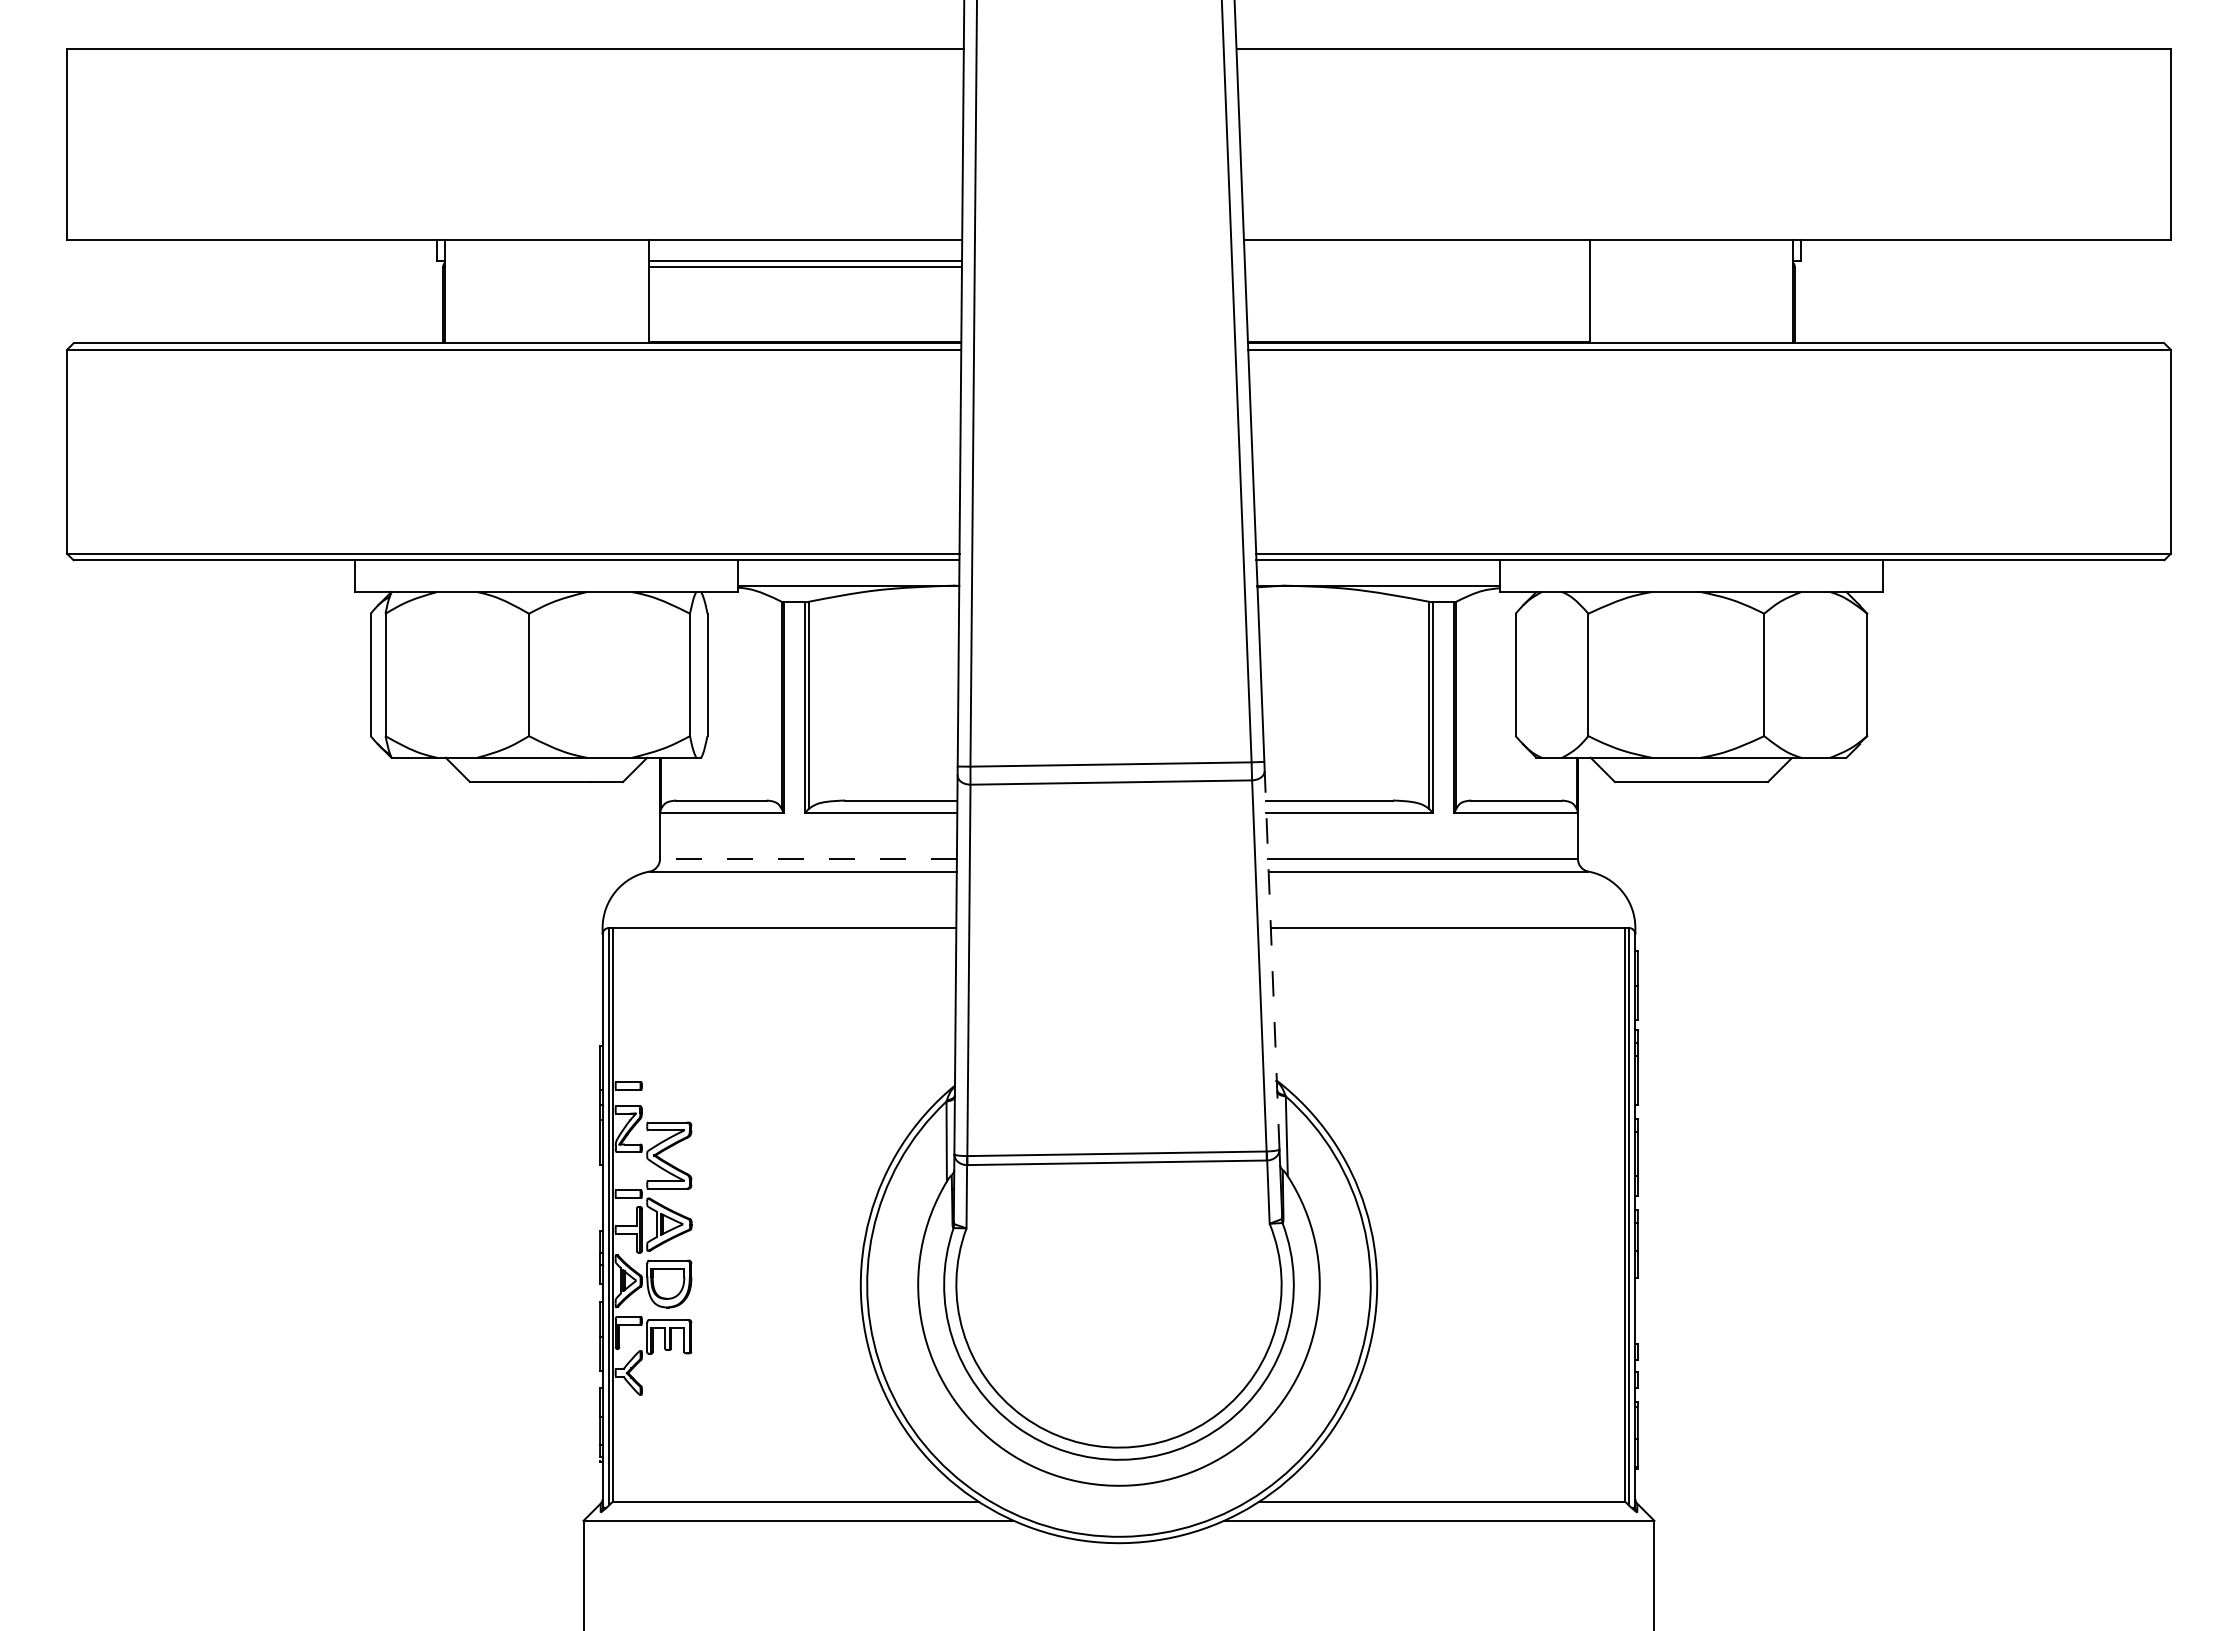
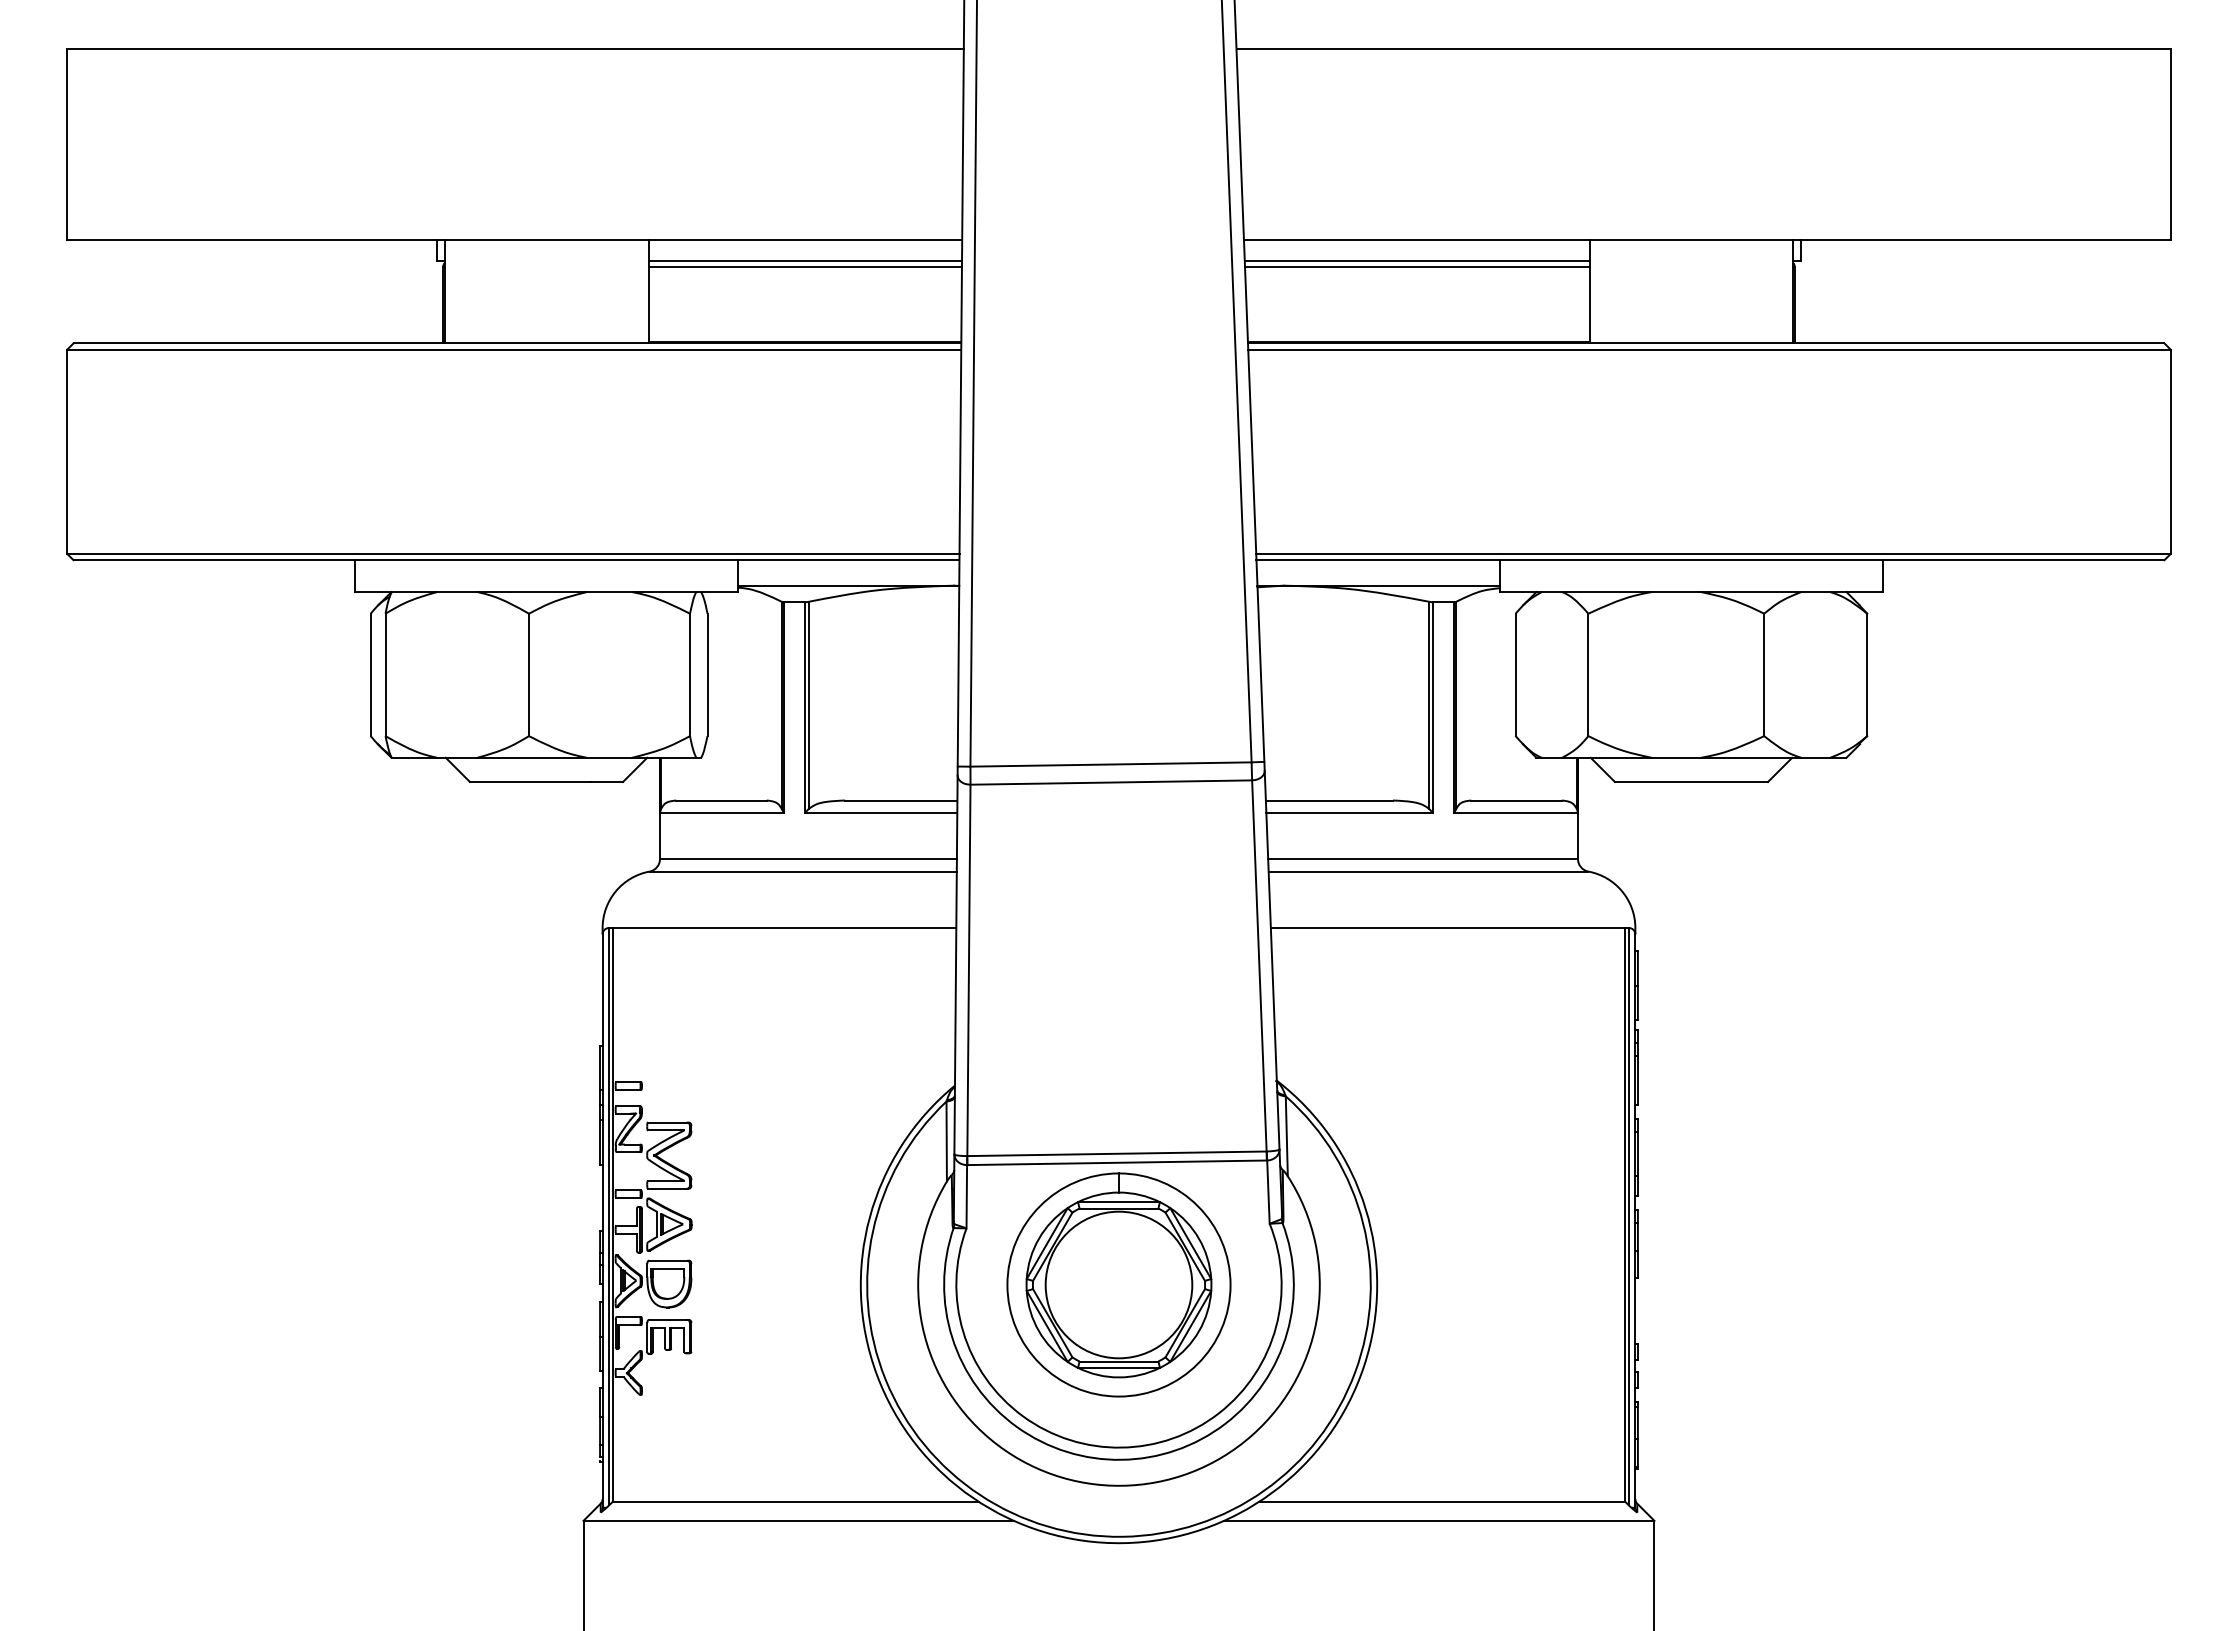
line at (1416, 260): none -> present
line at (1417, 266): none -> present
line at (807, 859): dashed -> solid
line at (1272, 959): dashed -> solid
part at (1118, 1284): none -> present
